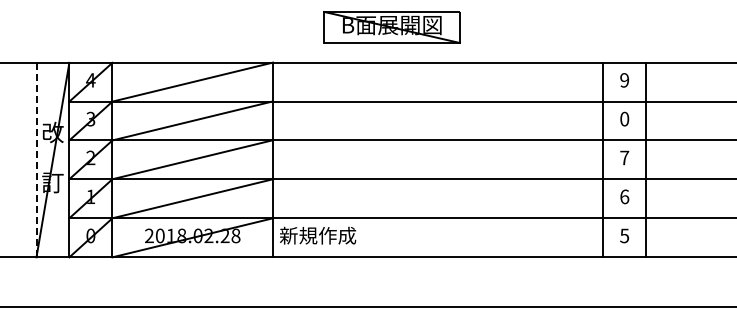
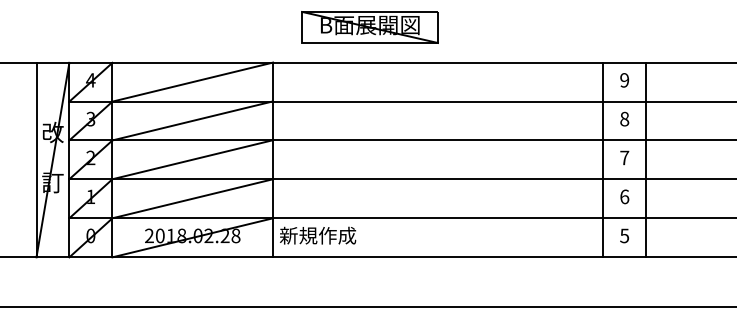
part at (391, 27) position: (391, 27) -> (369, 27)
text at (624, 119): 0 -> 8
line at (36, 160): dashed -> solid
